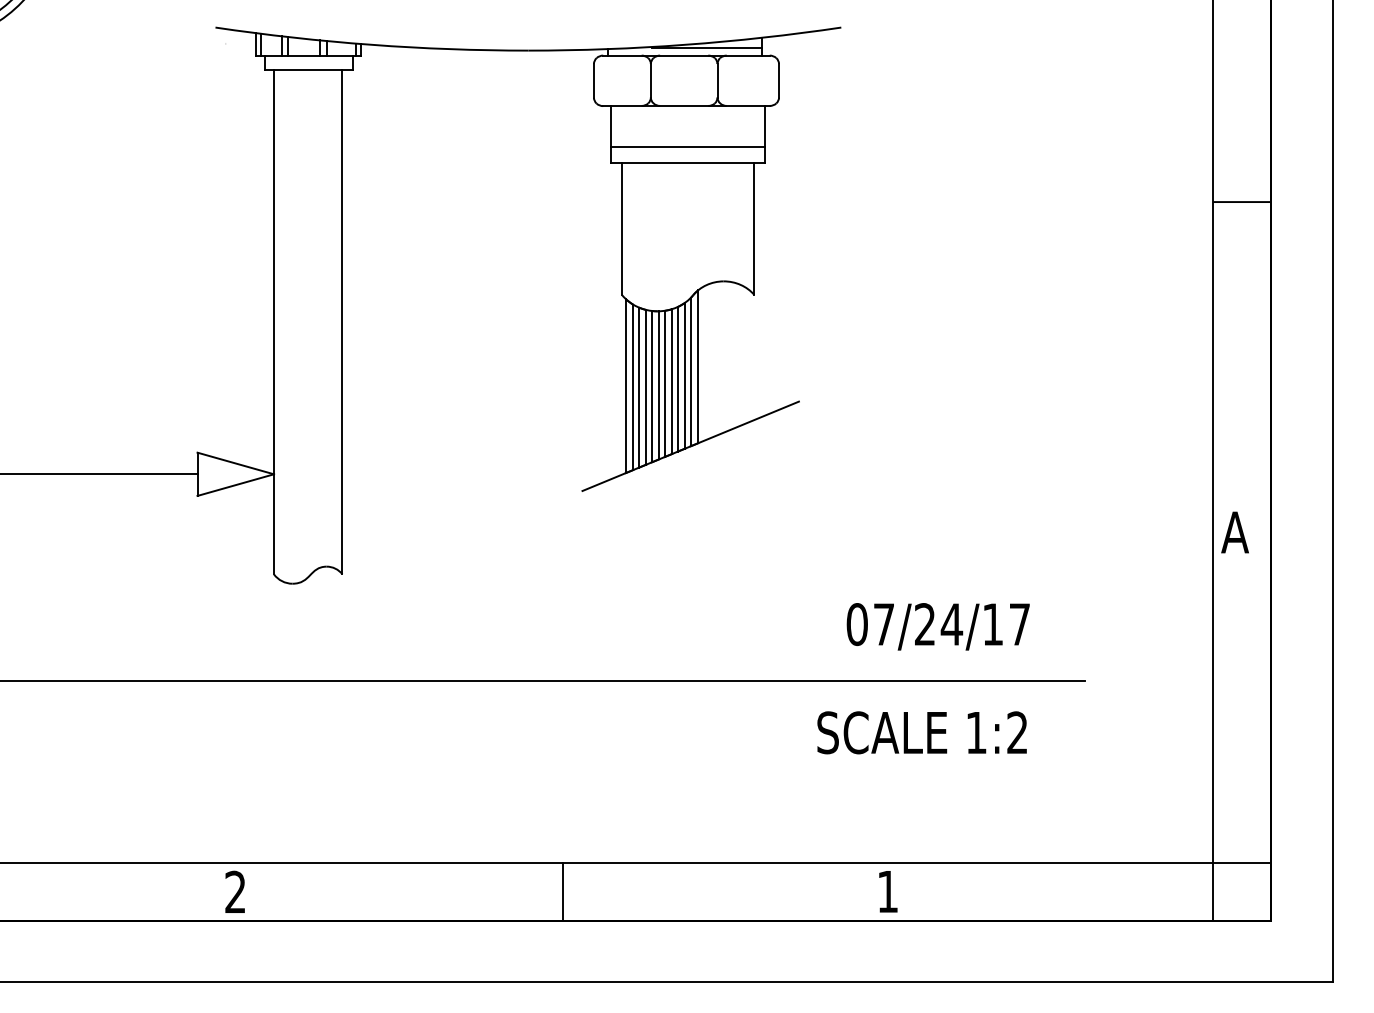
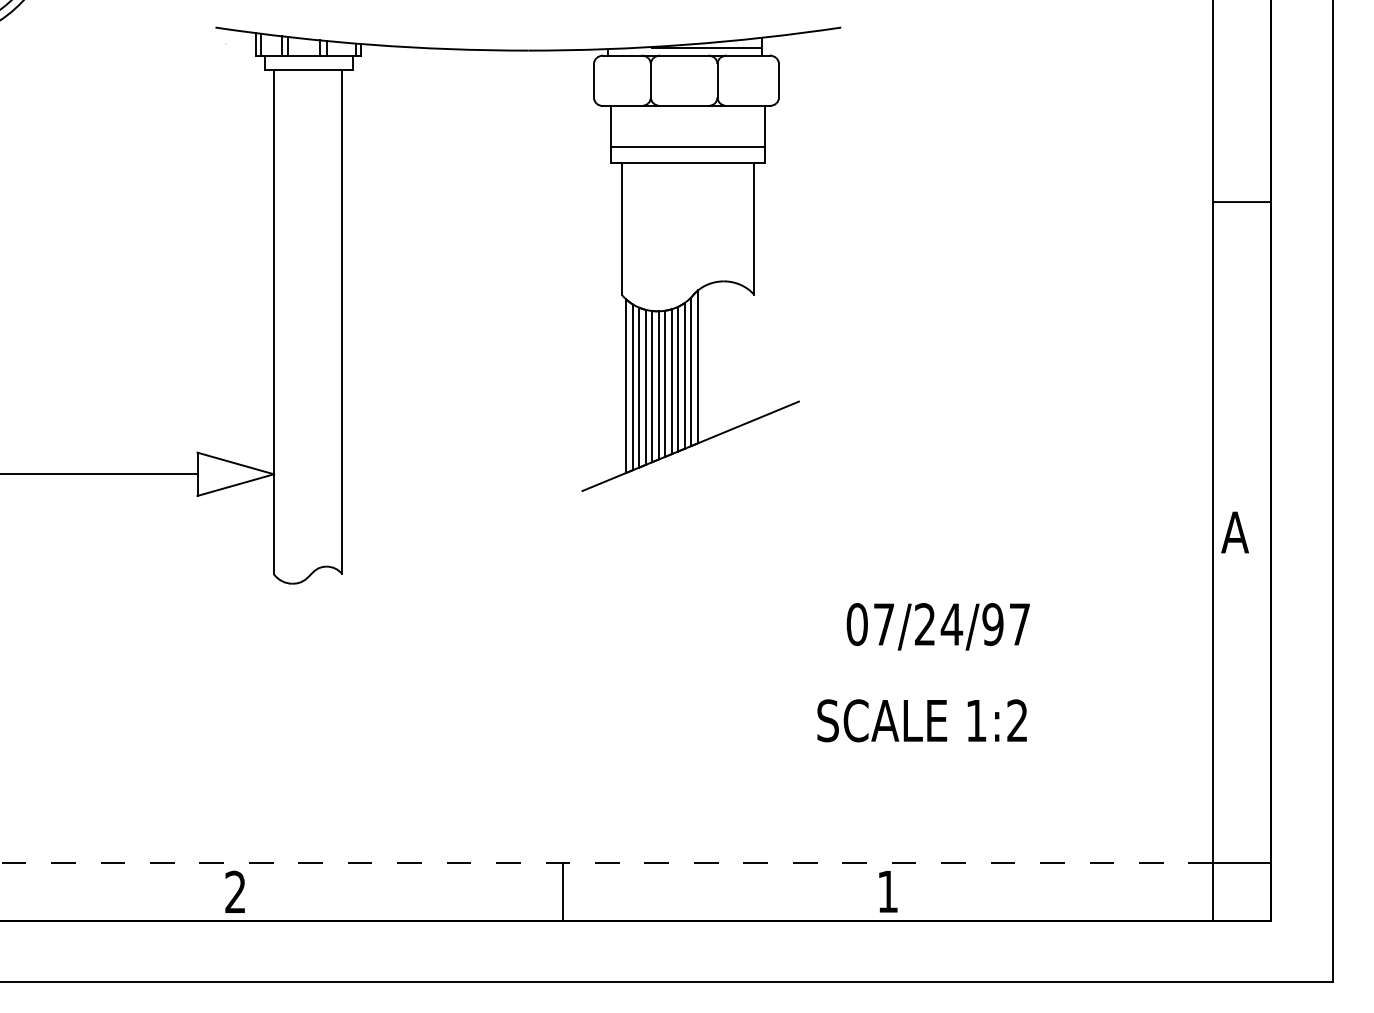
text at (992, 624): 07/24/17 -> 07/24/97
line at (543, 681): present -> none
text at (921, 732) position: (921, 732) -> (921, 720)
line at (606, 862): solid -> dashed
